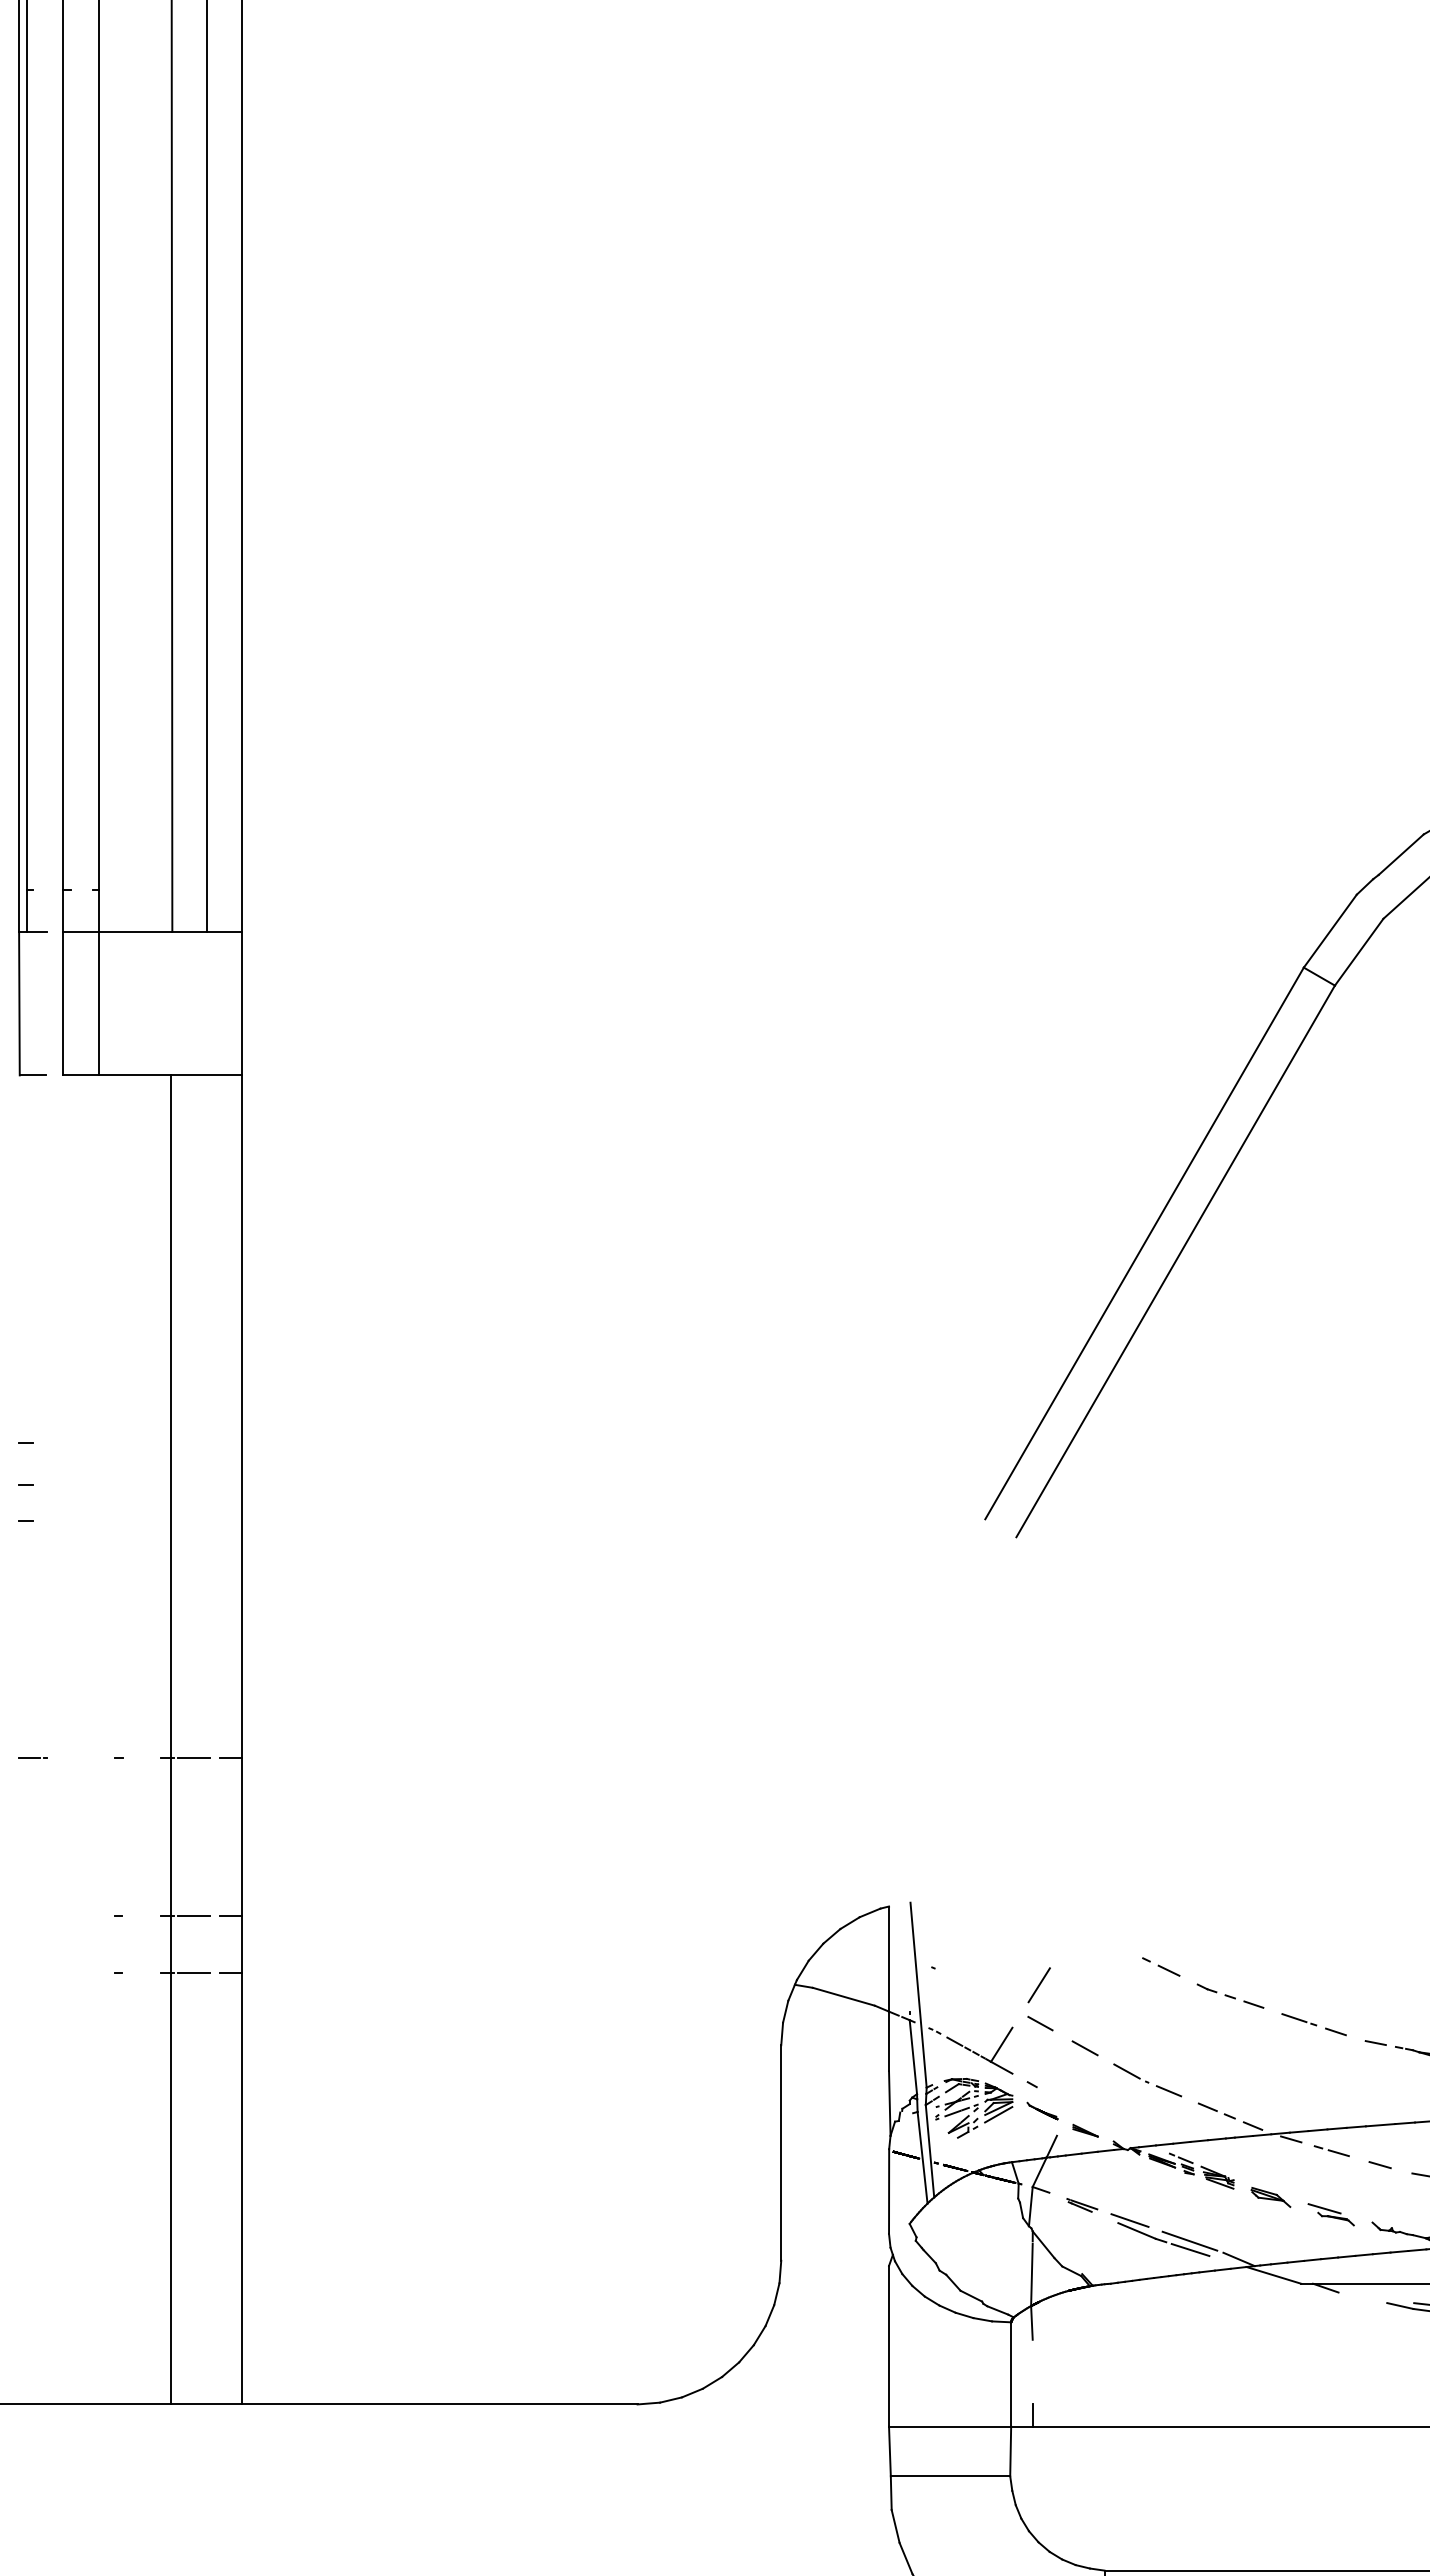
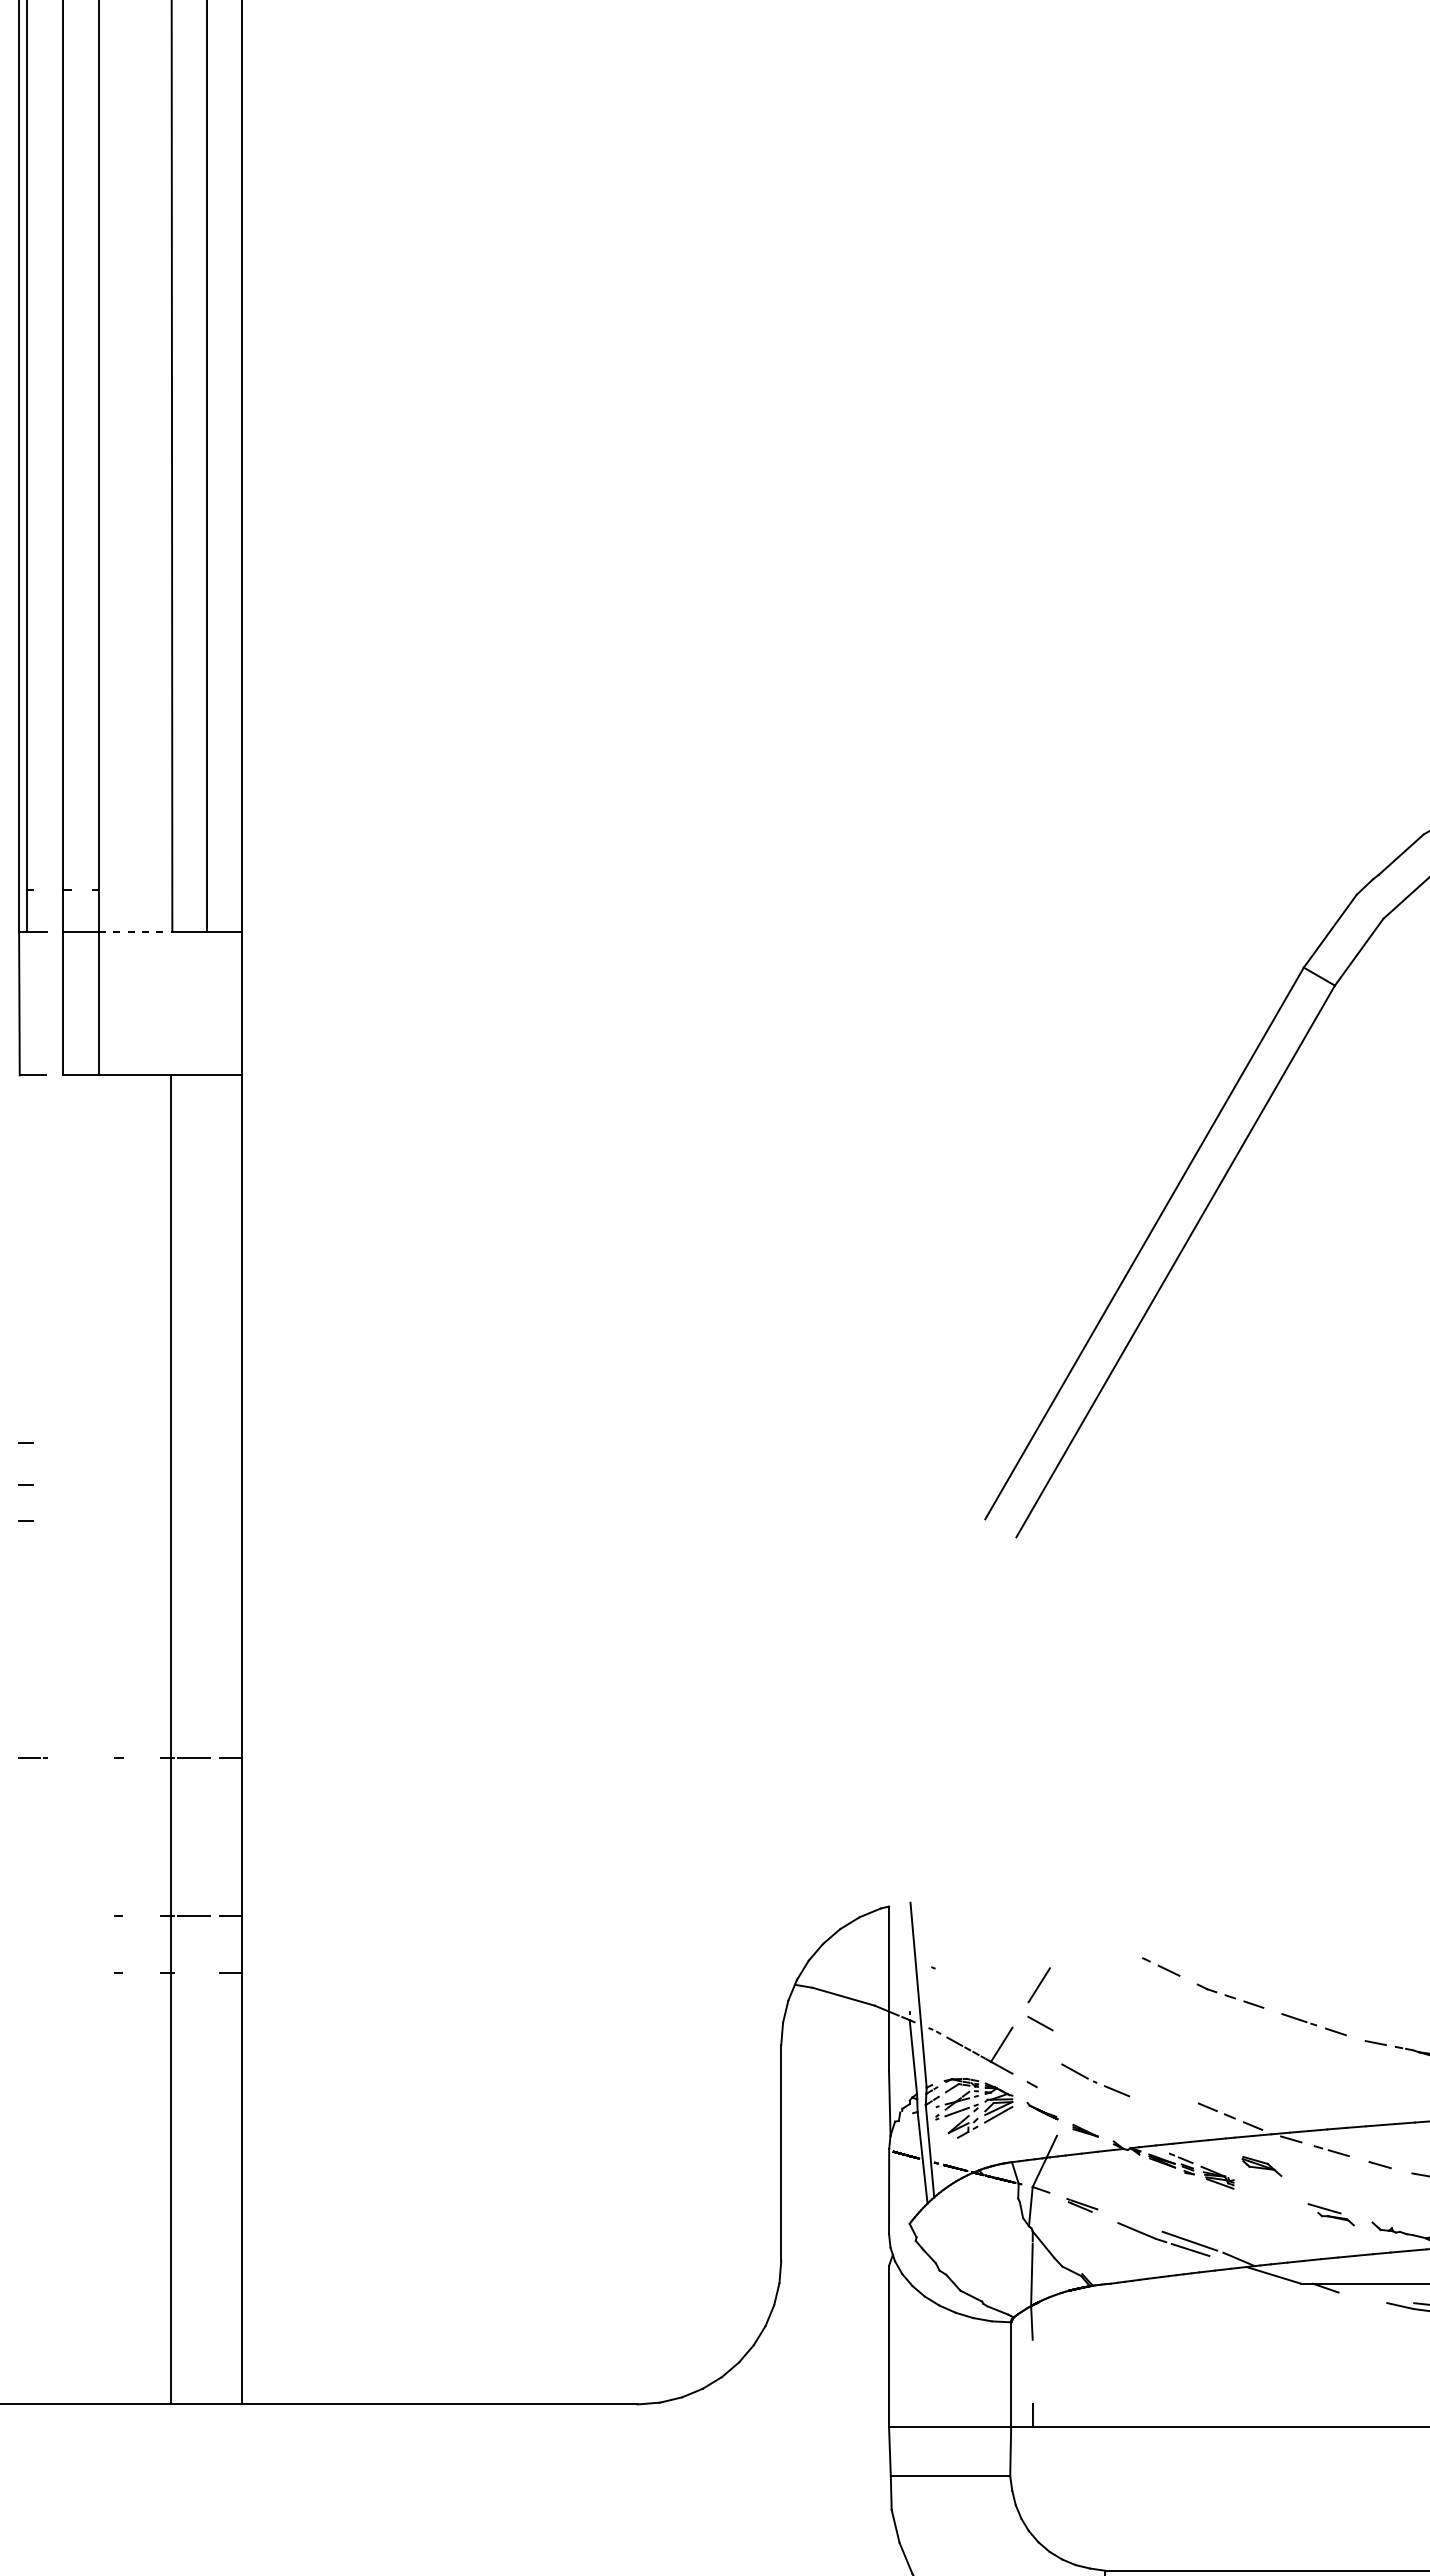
line at (135, 931): solid -> dashed
line at (193, 1973): present -> none
line at (1084, 2048): present -> none
part at (1147, 2080) position: (1147, 2080) -> (1095, 2080)
part at (1270, 2197) position: (1270, 2197) -> (1261, 2166)
line at (1129, 2220): present -> none
